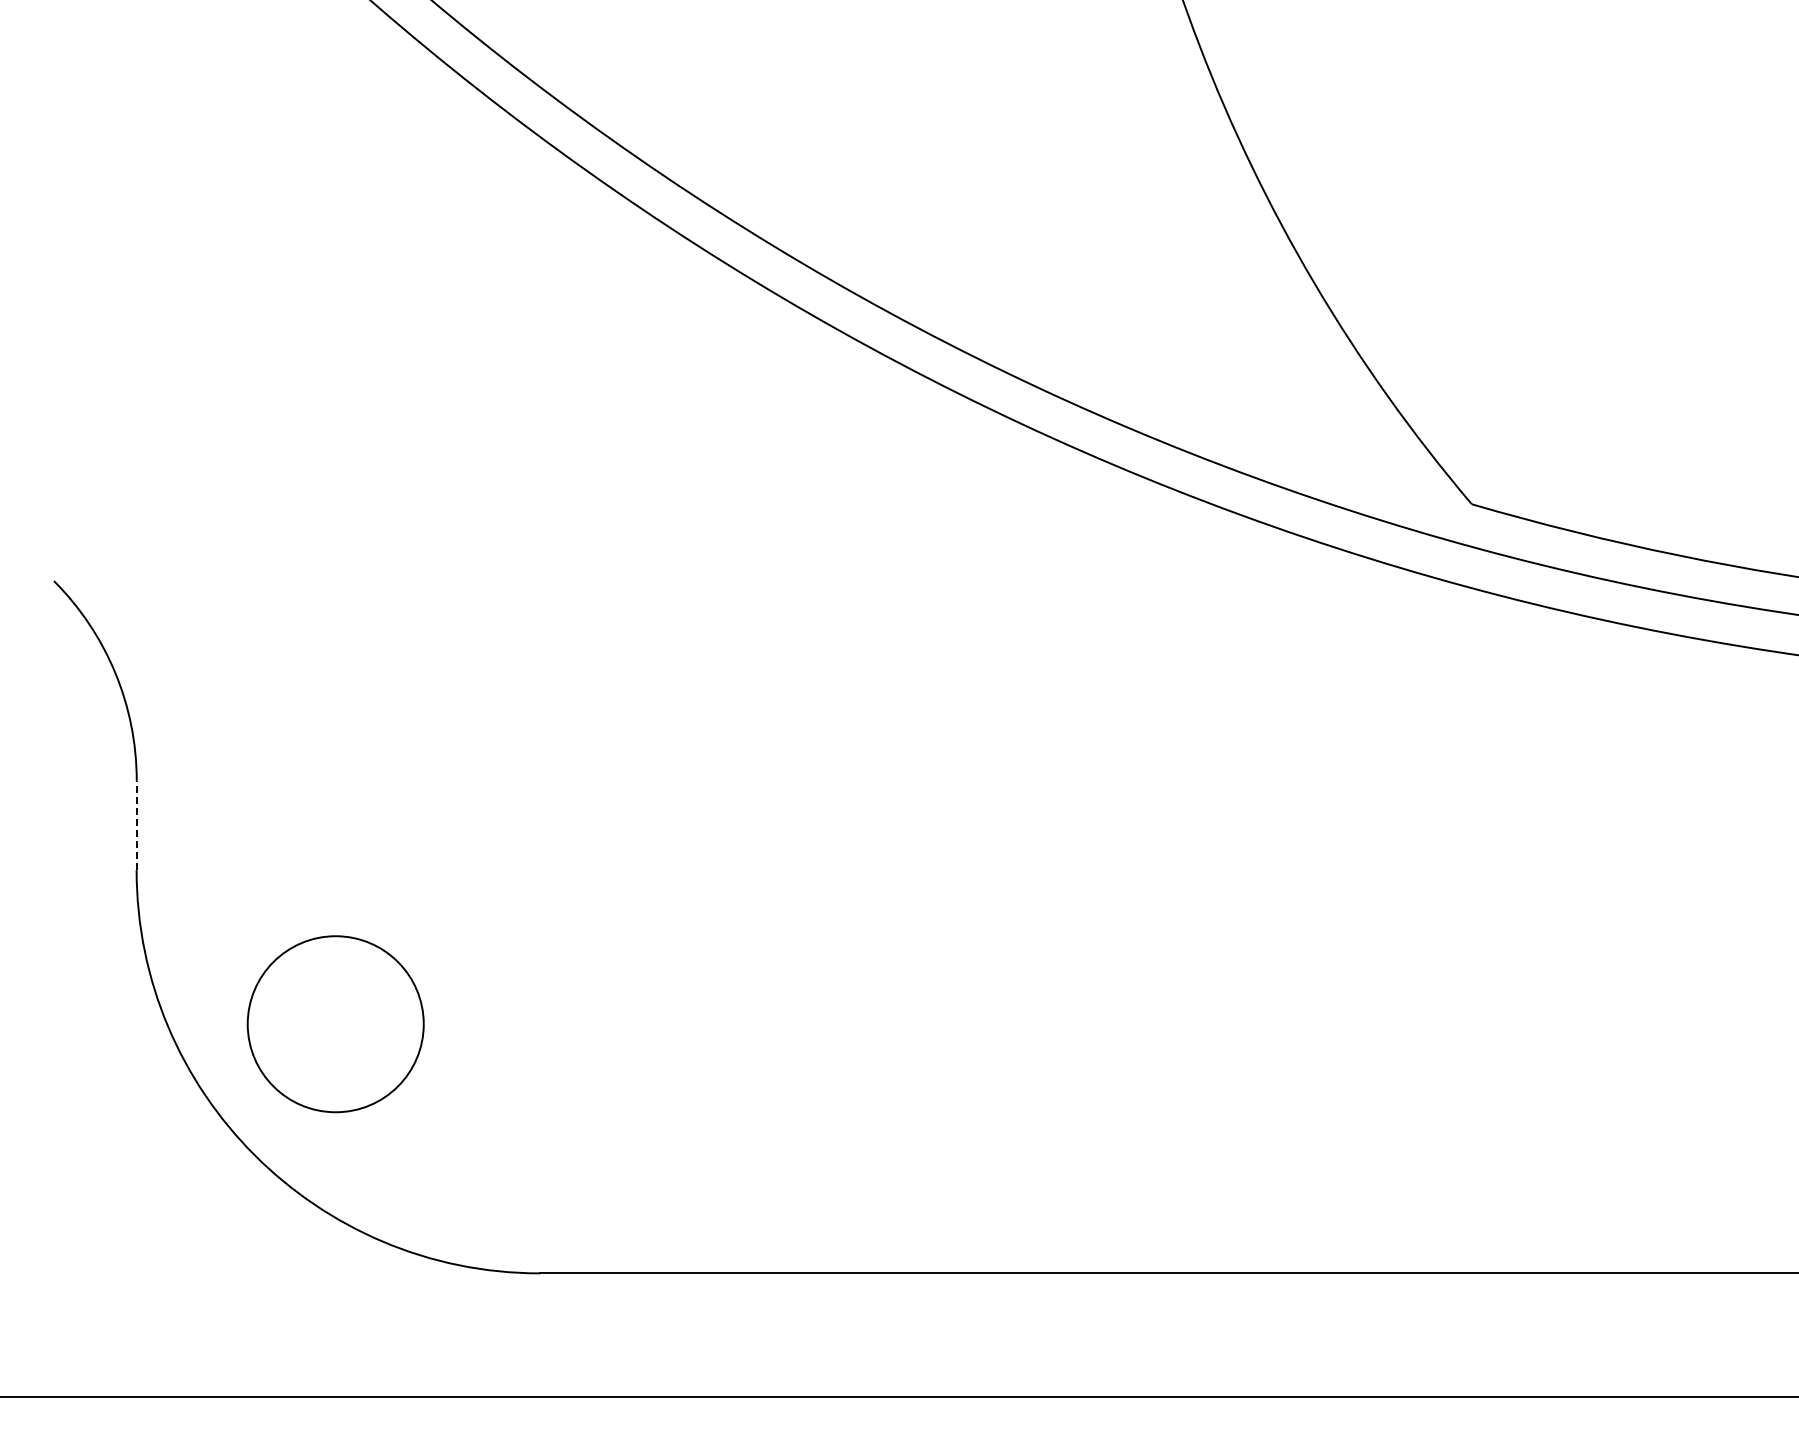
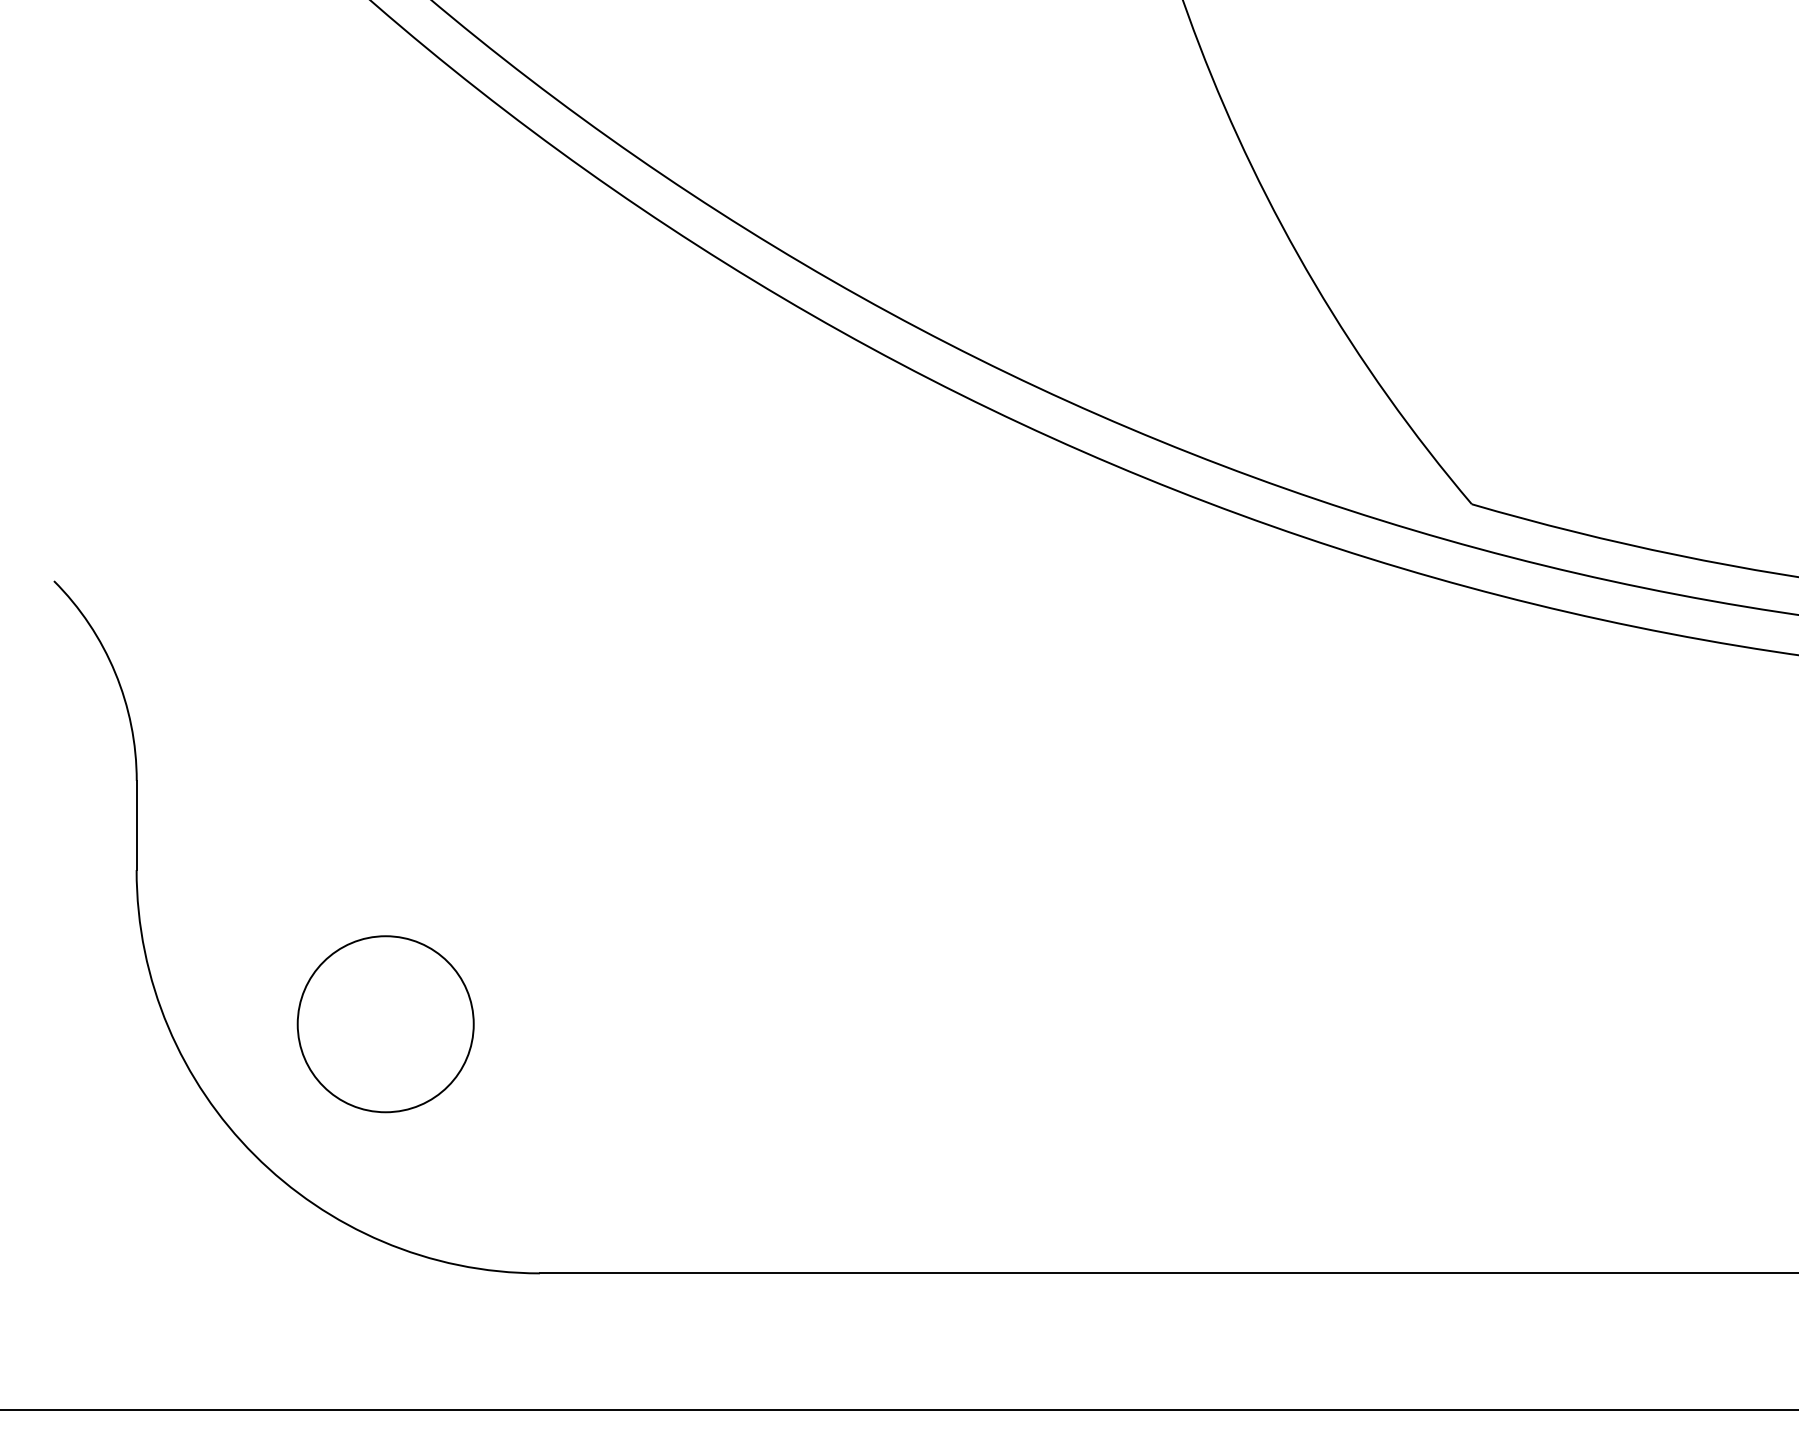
line at (136, 825): dashed -> solid
circle at (335, 1024) position: (335, 1024) -> (385, 1024)
line at (898, 1397) position: (898, 1397) -> (898, 1410)
